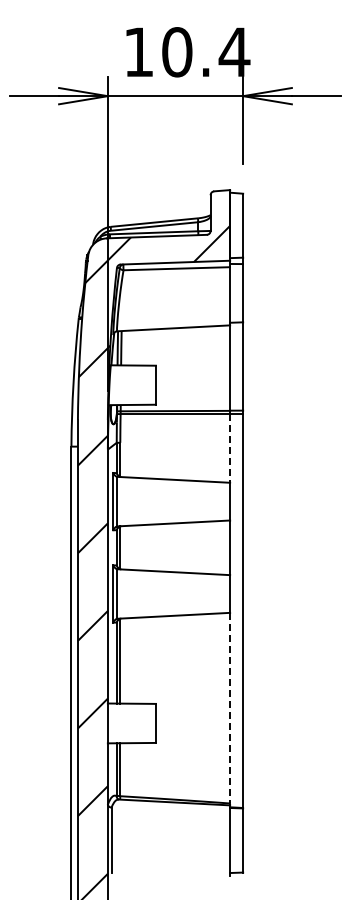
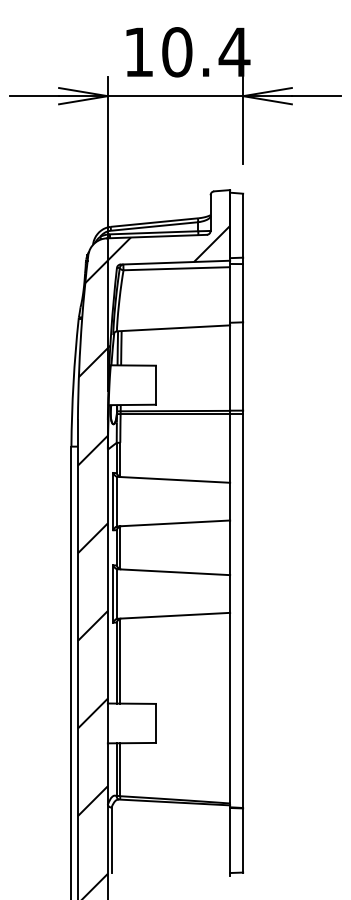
line at (230, 448): dashed -> solid
line at (230, 708): dashed -> solid
